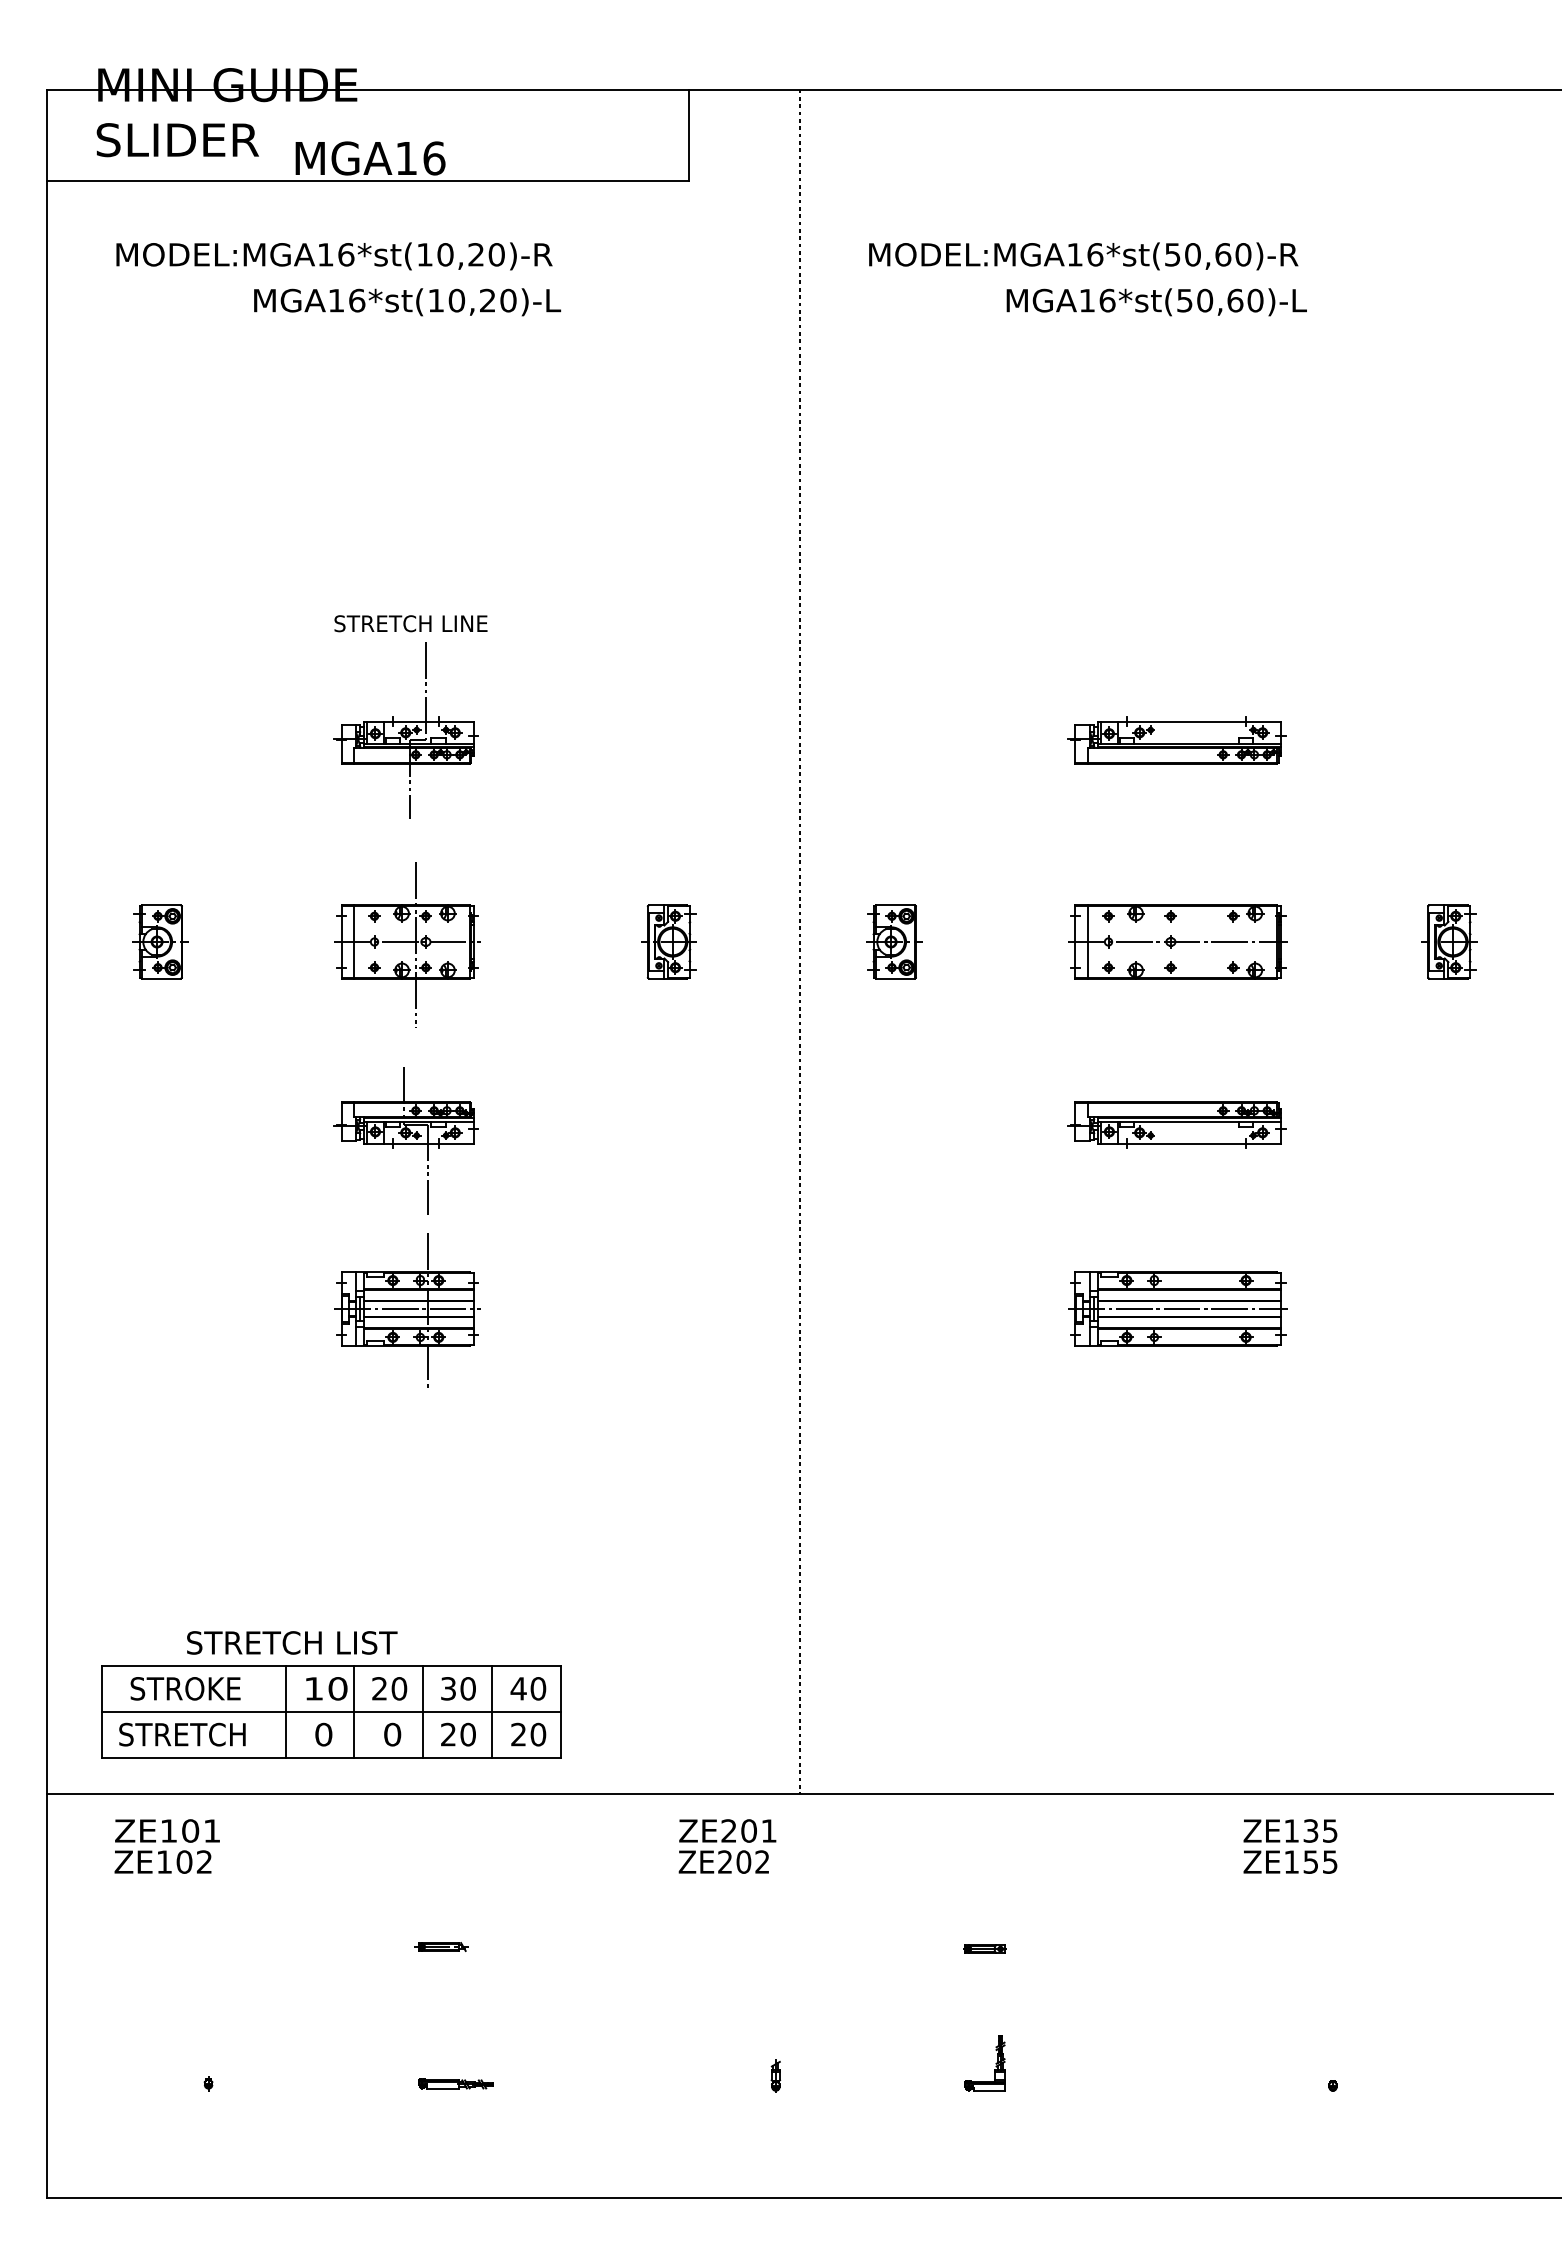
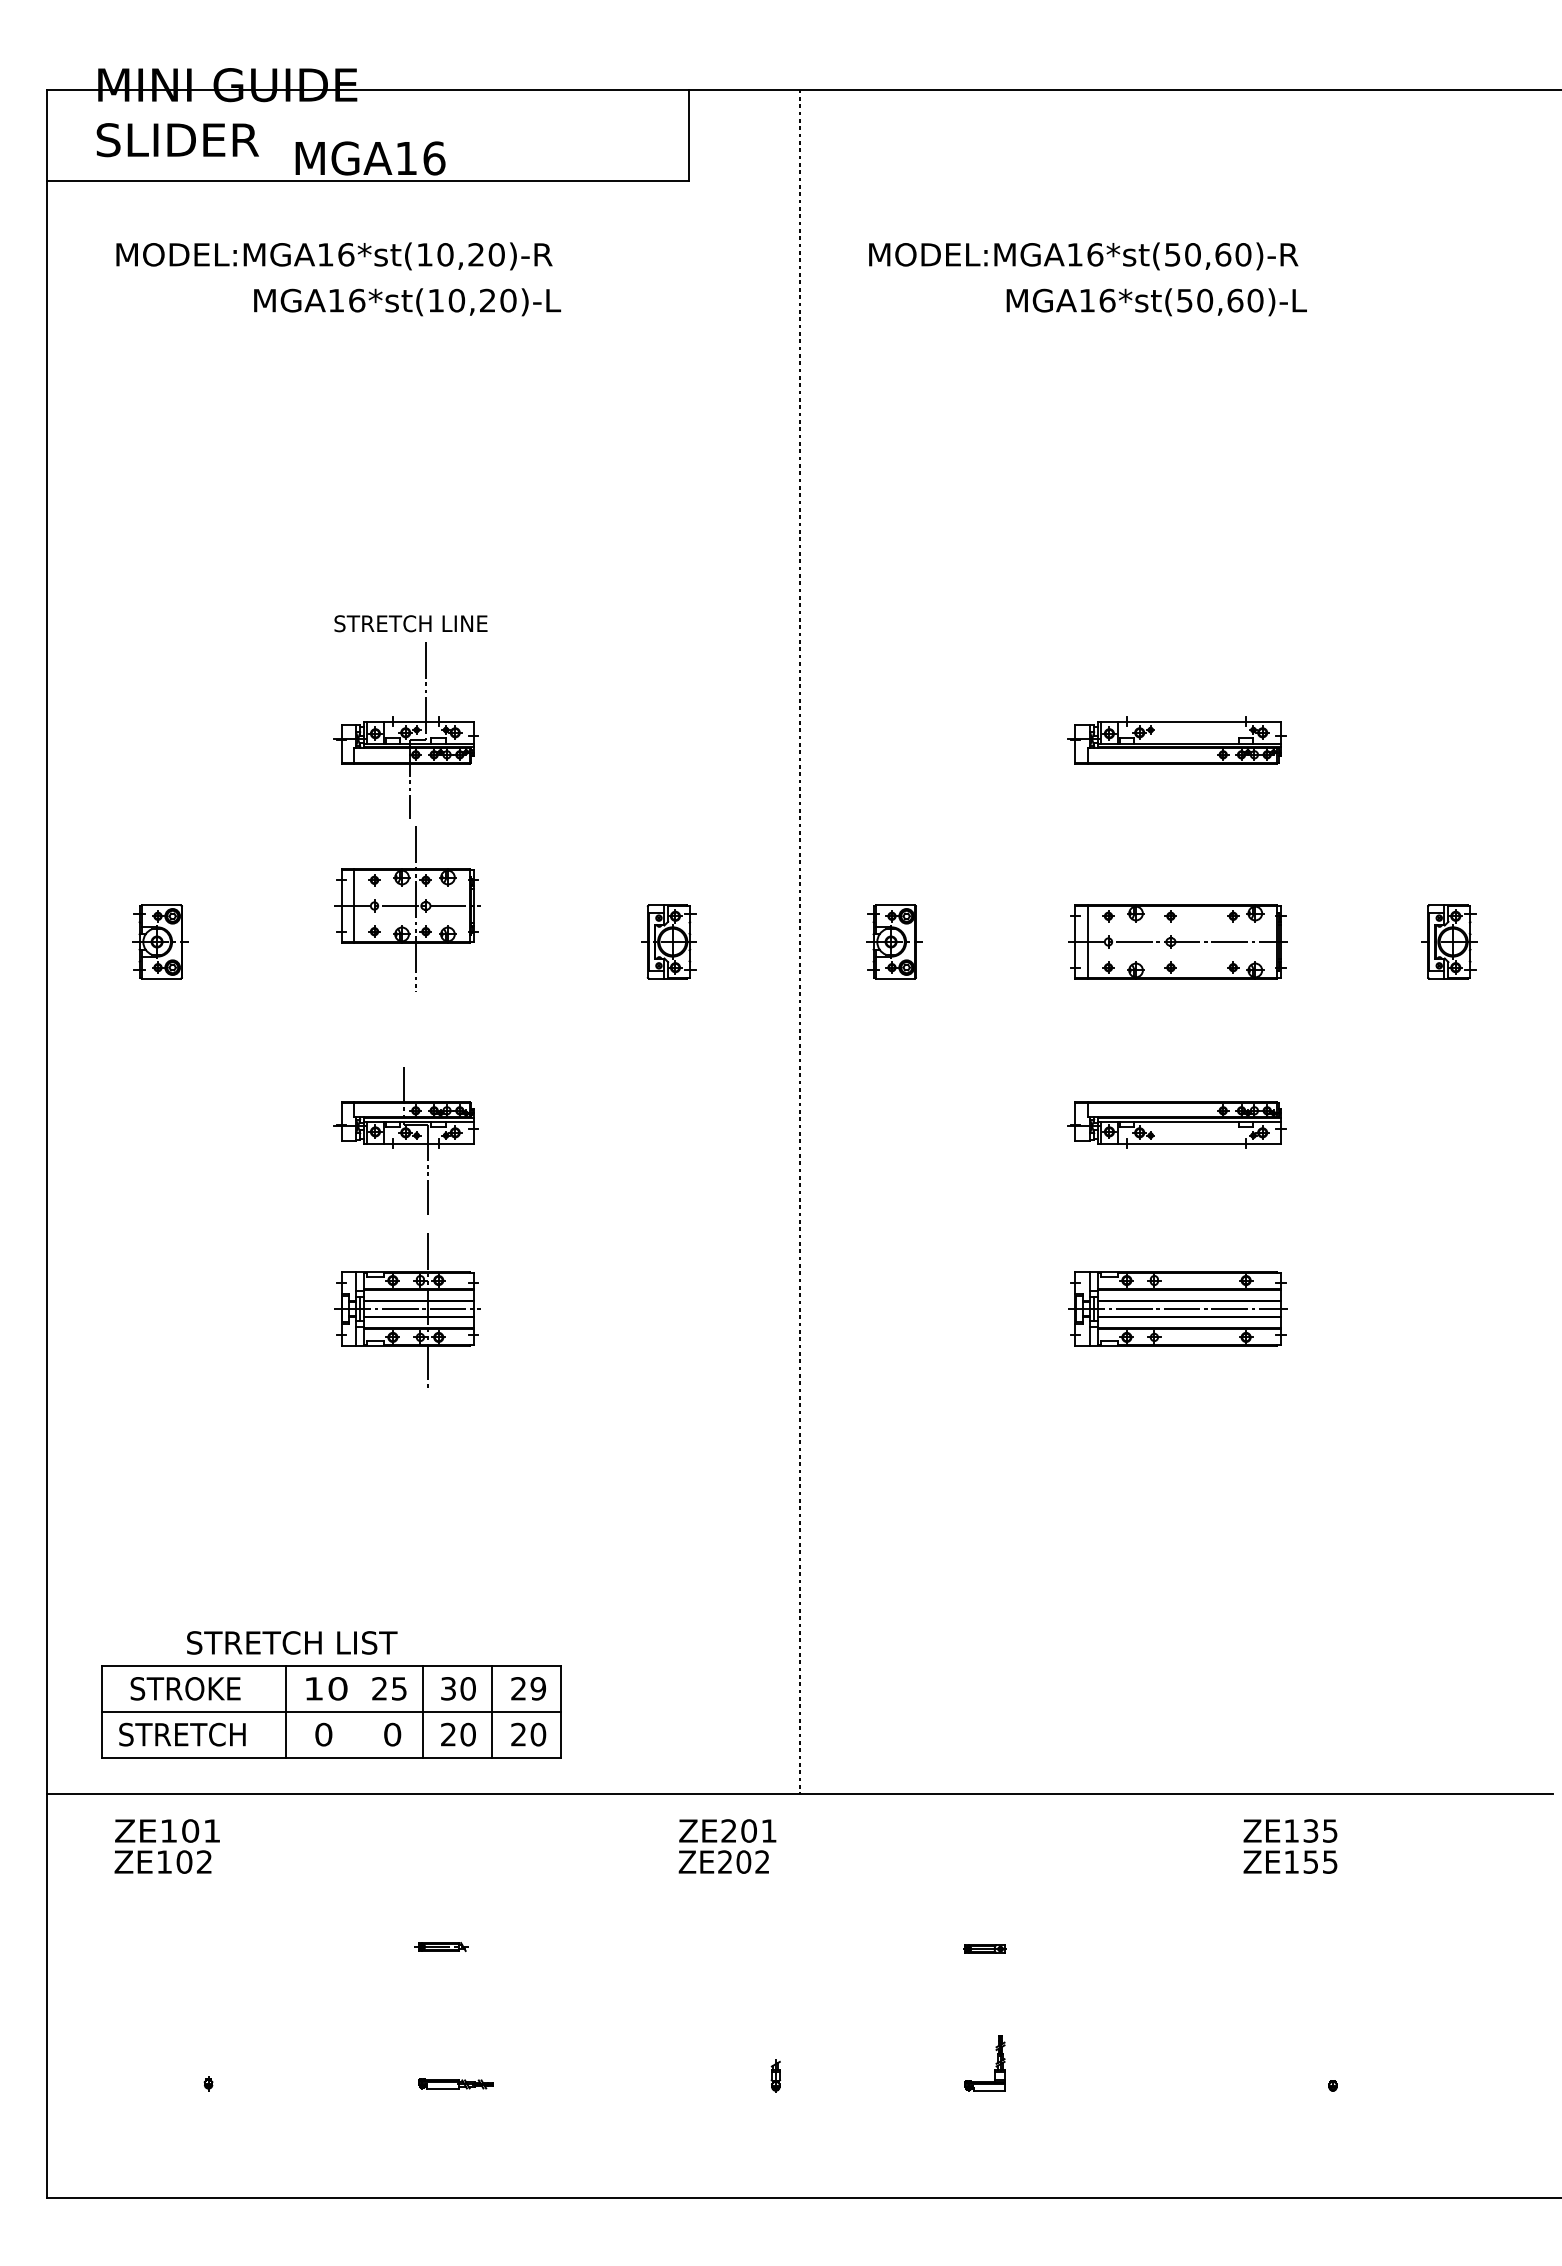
part at (407, 944) position: (407, 944) -> (407, 908)
text at (399, 1688): 20 -> 25
text at (528, 1688): 40 -> 29
line at (354, 1711): present -> none
